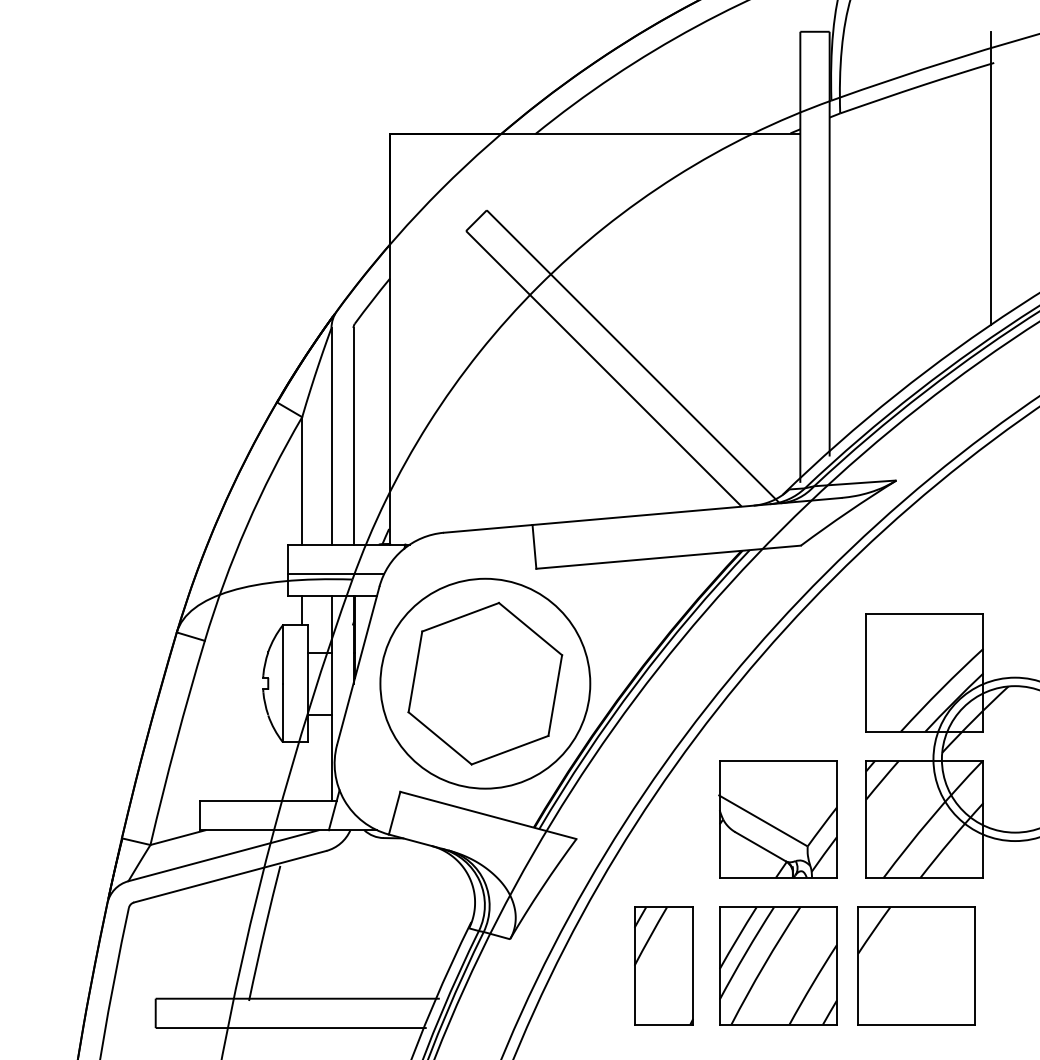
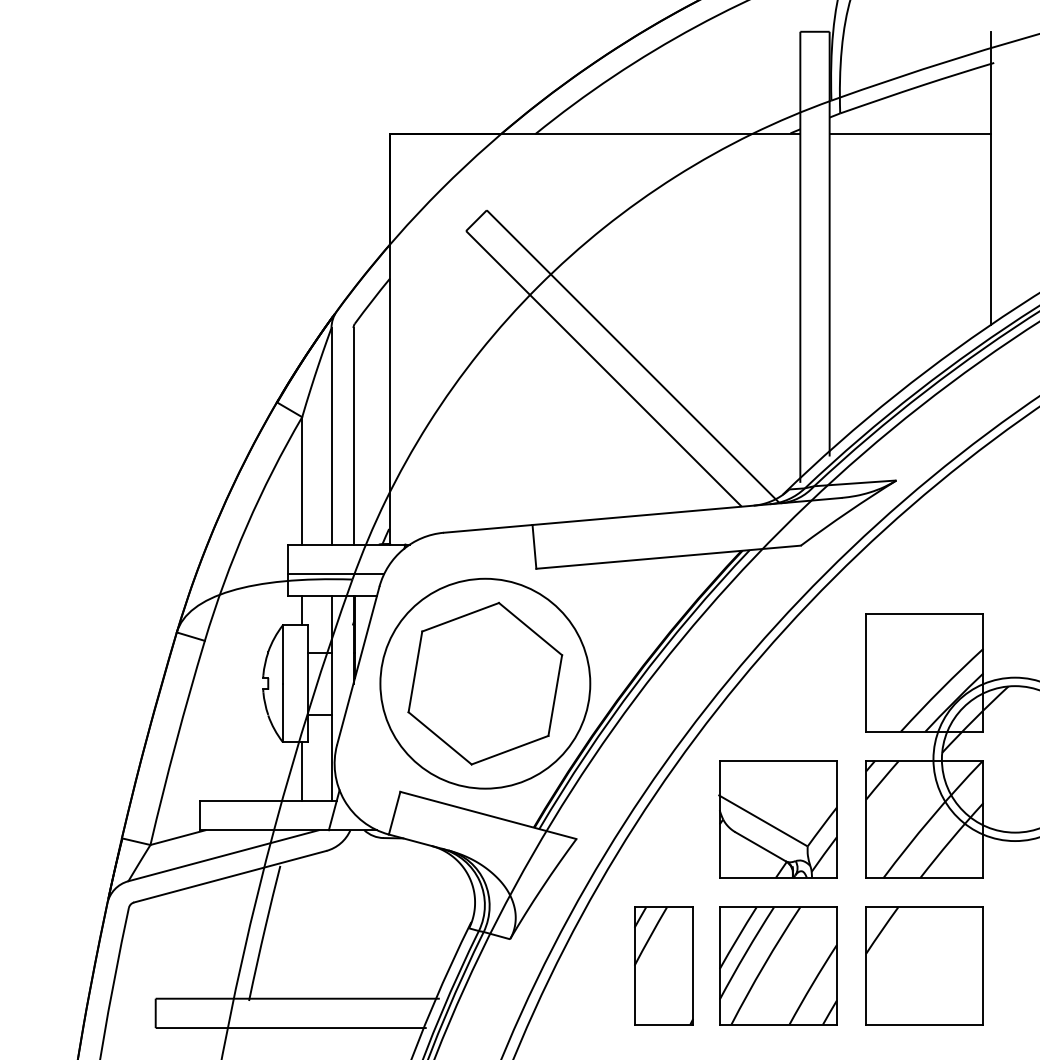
line at (909, 134): none -> present
line at (302, 771): none -> present
part at (916, 965) position: (916, 965) -> (924, 965)
